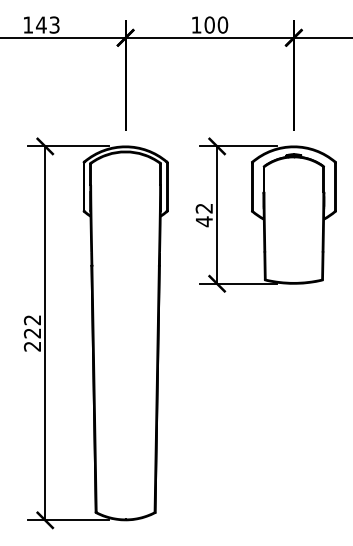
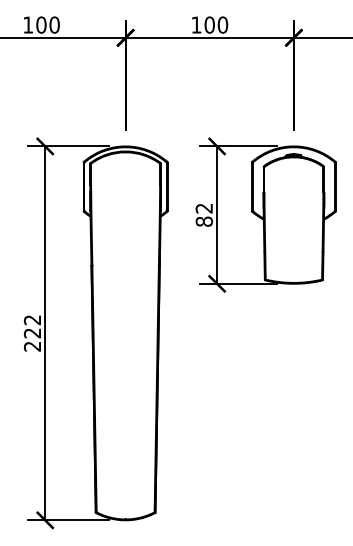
text at (47, 24): 143 -> 100
text at (203, 221): 42 -> 82
